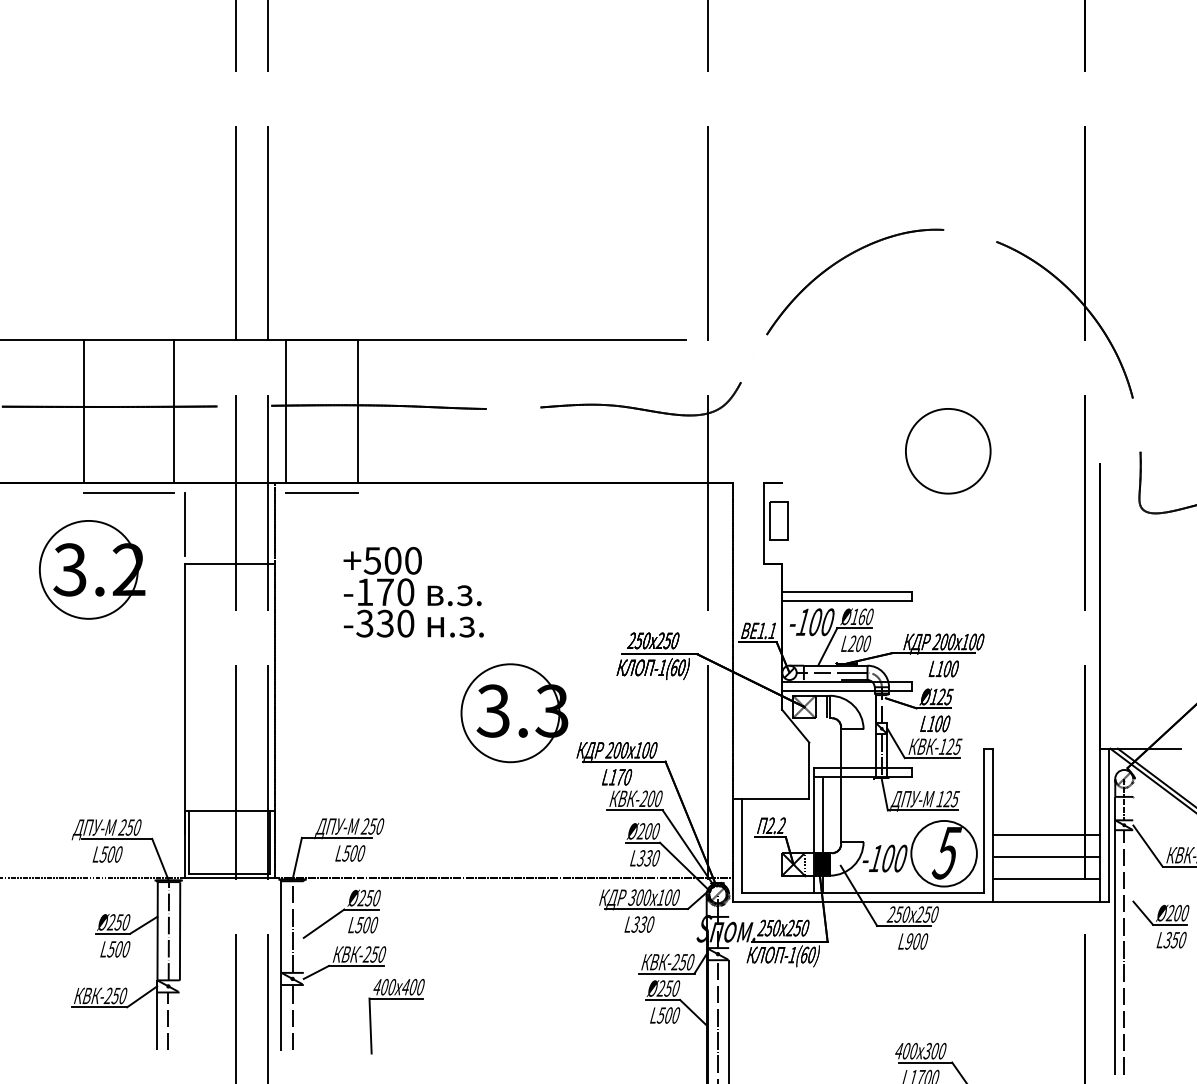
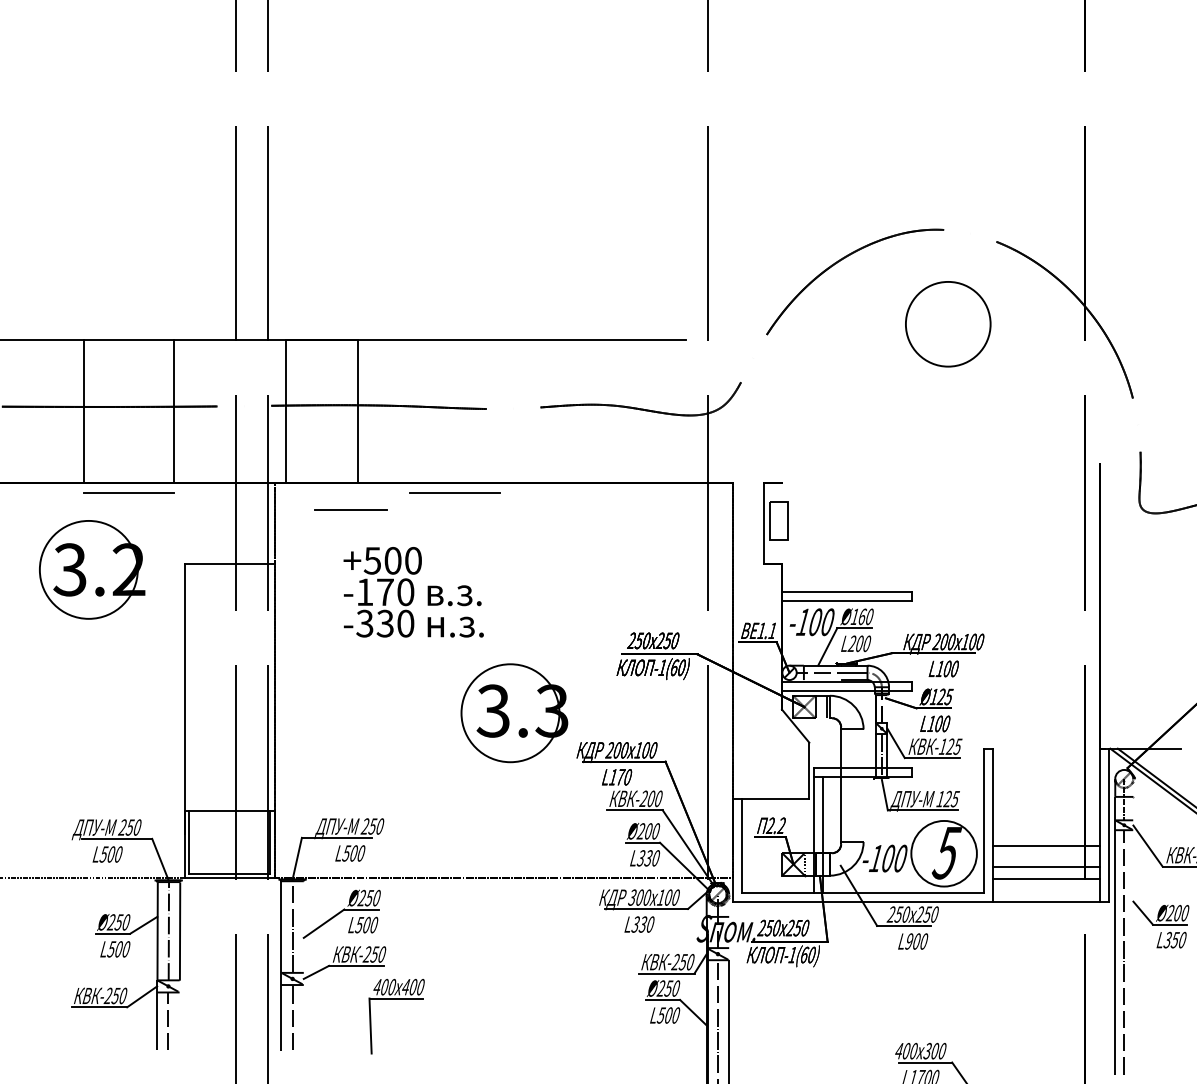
circle at (948, 451) position: (948, 451) -> (948, 324)
line at (321, 492) position: (321, 492) -> (350, 509)
line at (454, 492): none -> present
line at (184, 523): present -> none
line at (1046, 834) position: (1046, 834) -> (1046, 845)
line at (1046, 857) position: (1046, 857) -> (1046, 867)
fill at (822, 864): present -> none
